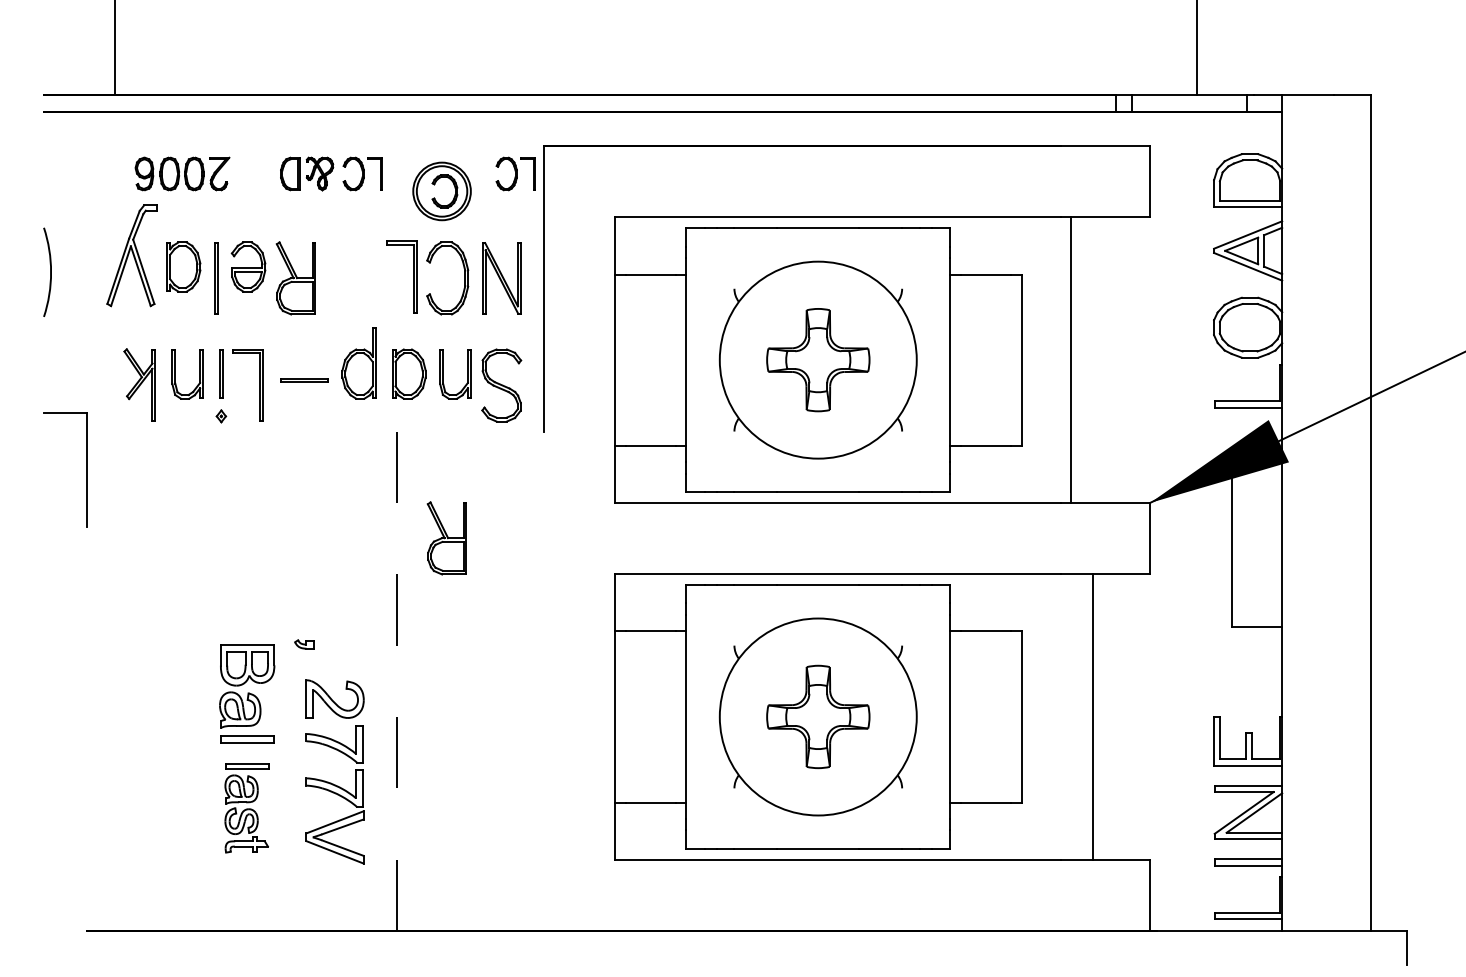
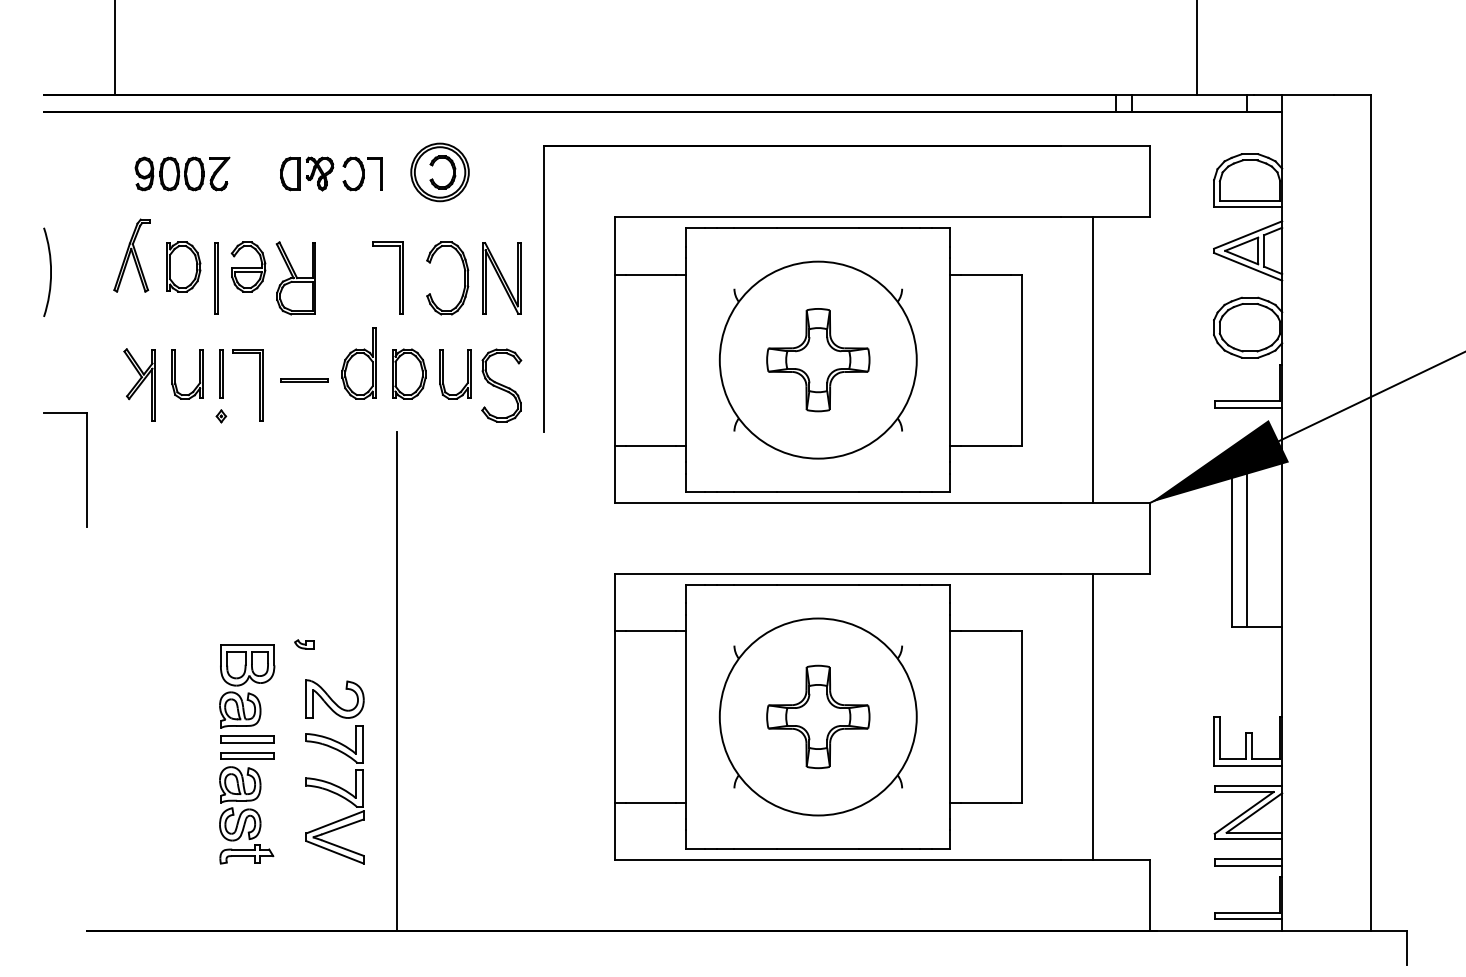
part at (515, 173): present -> none
part at (441, 191) position: (441, 191) -> (439, 172)
part at (131, 255) size: 52x104 px -> 38x75 px
part at (413, 276) position: (413, 276) -> (399, 277)
line at (1071, 359) position: (1071, 359) -> (1093, 359)
part at (446, 538): present -> none
line at (1246, 538): none -> present
line at (397, 681): dashed -> solid
part at (246, 808) size: 46x91 px -> 56x113 px
